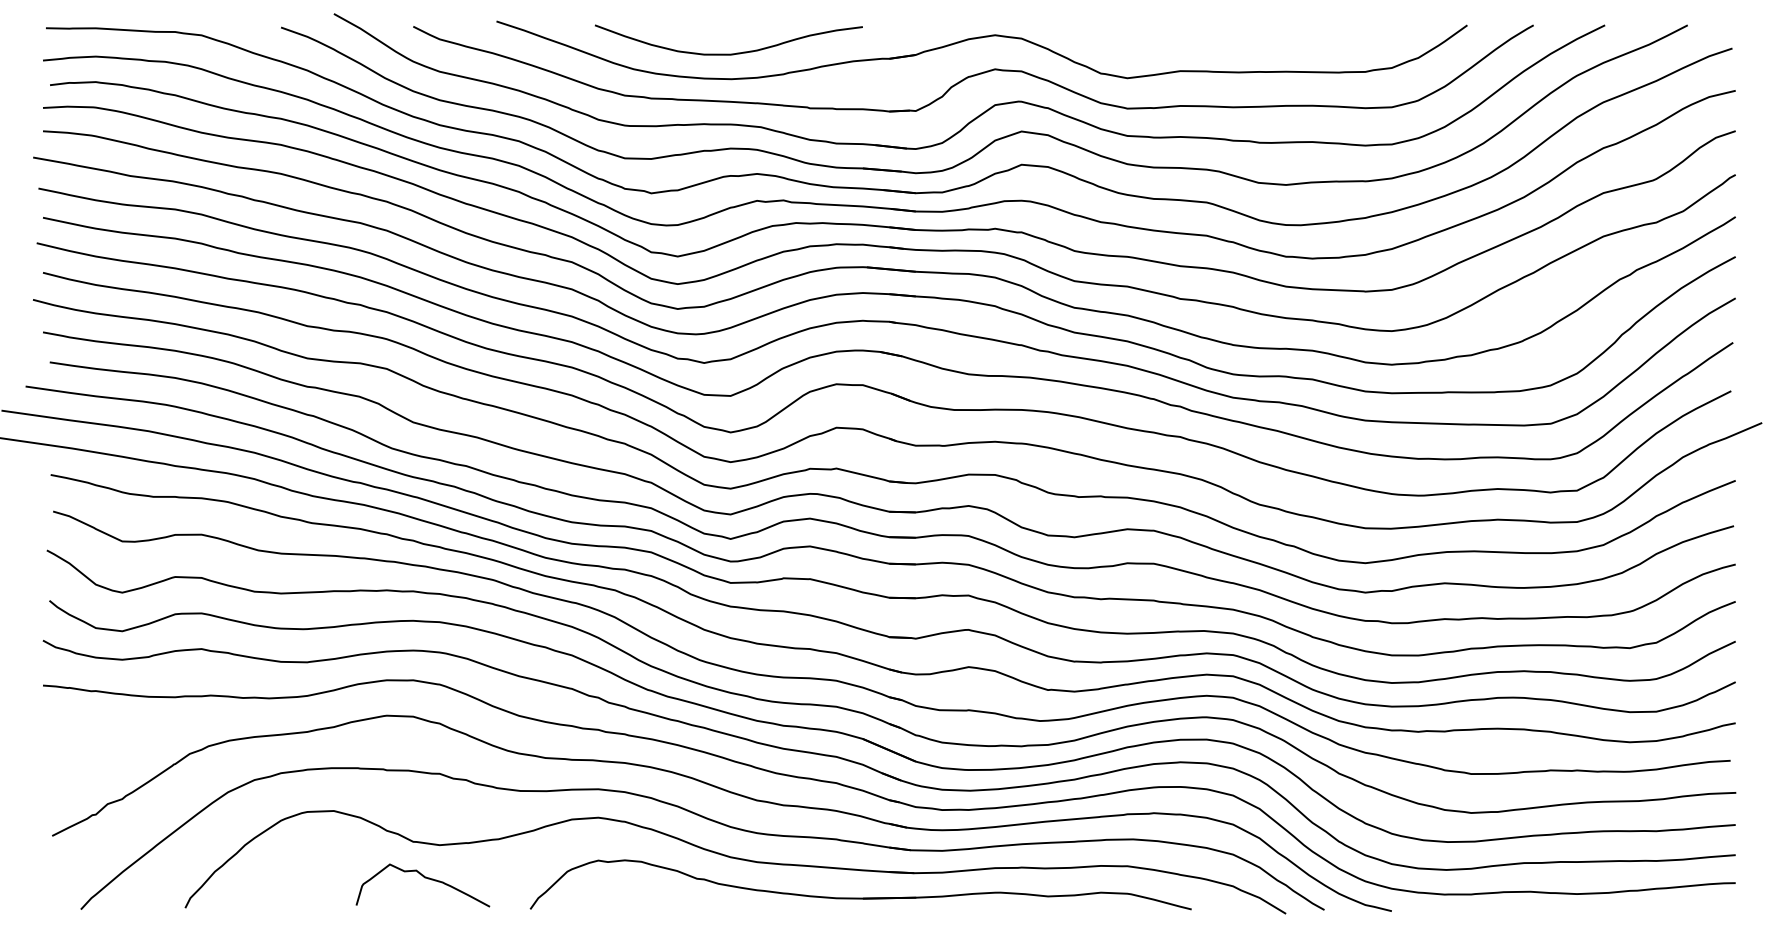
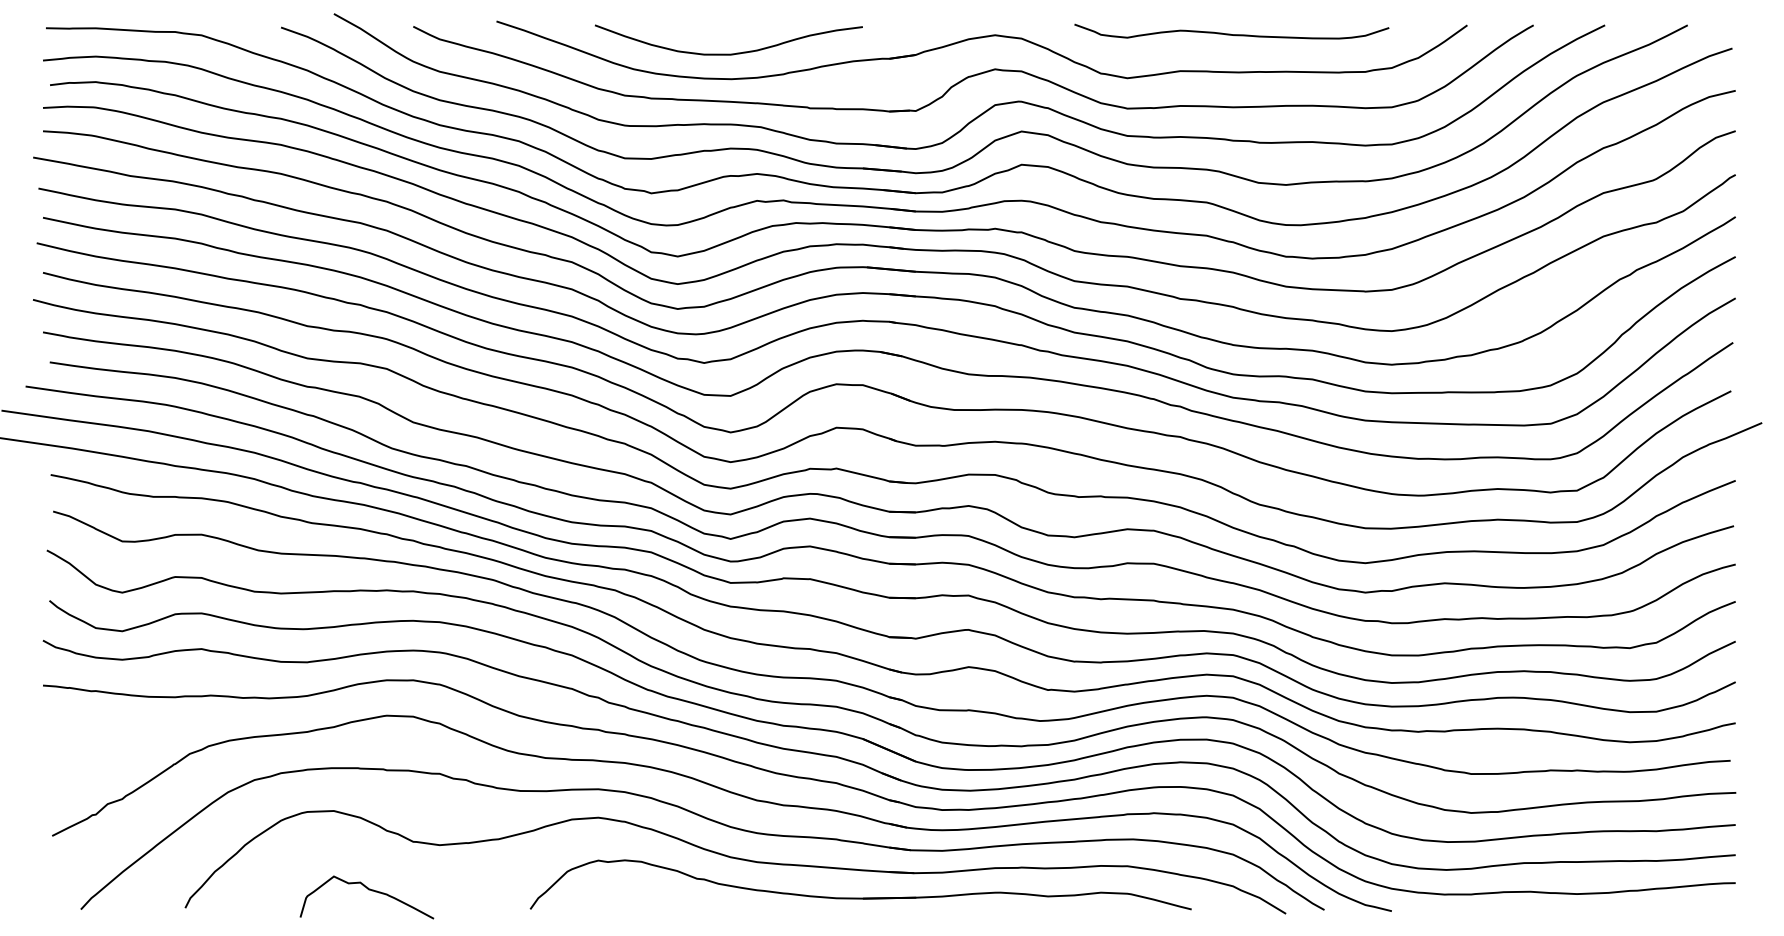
curve at (1230, 33): none -> present
curve at (424, 878) position: (424, 878) -> (368, 890)
